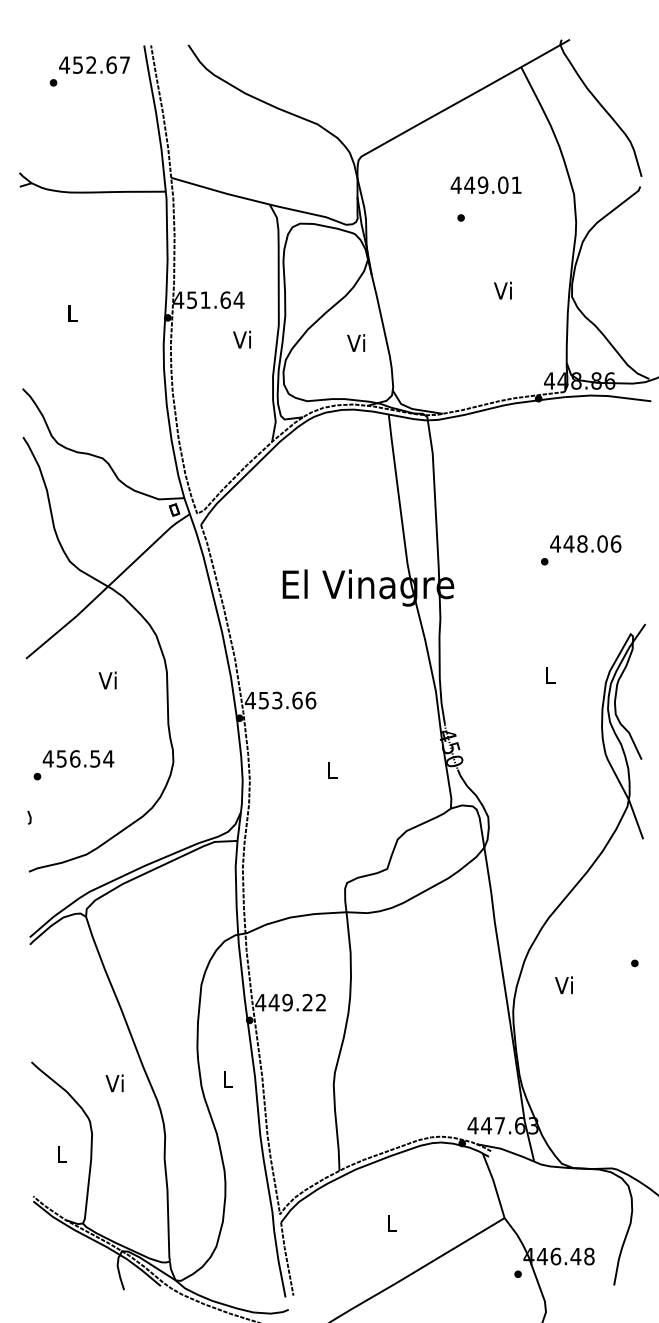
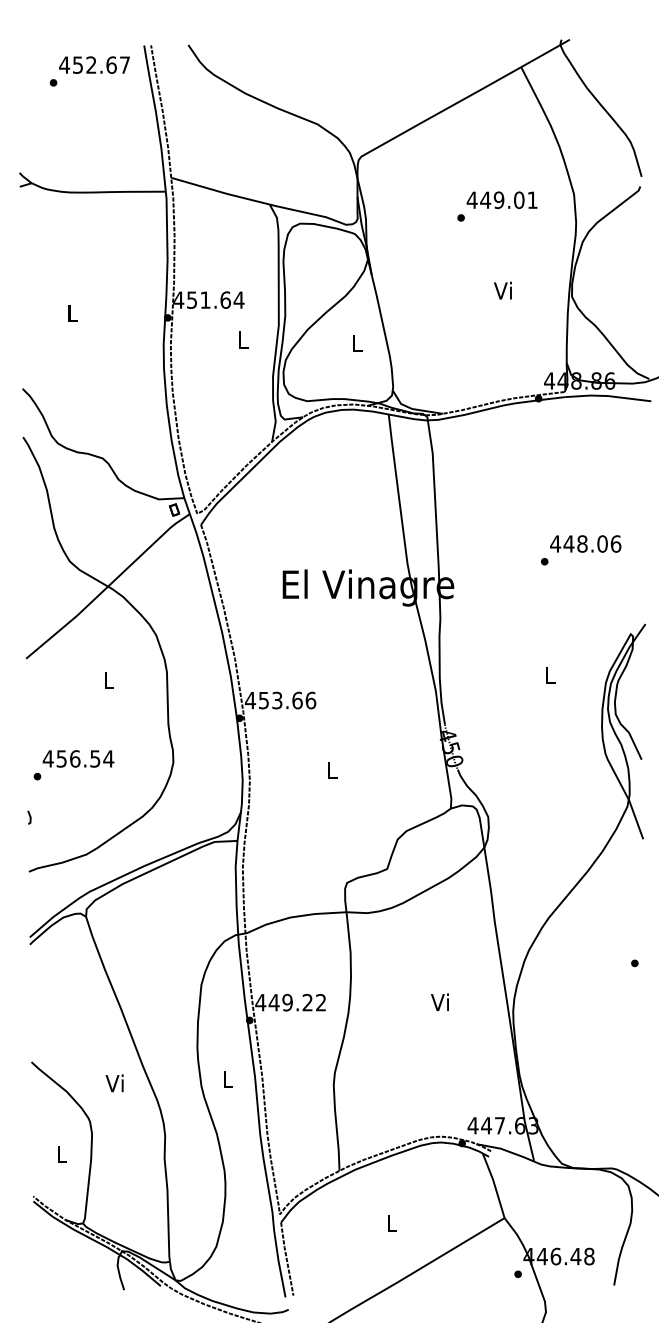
text at (485, 184) position: (485, 184) -> (501, 199)
text at (241, 339): Vi -> L
text at (356, 342): Vi -> L
text at (107, 680): Vi -> L
text at (563, 985) position: (563, 985) -> (439, 1002)
